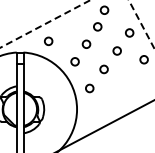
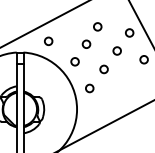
circle at (104, 9): present -> none
line at (45, 23): dashed -> solid
line at (141, 24): dashed -> solid
